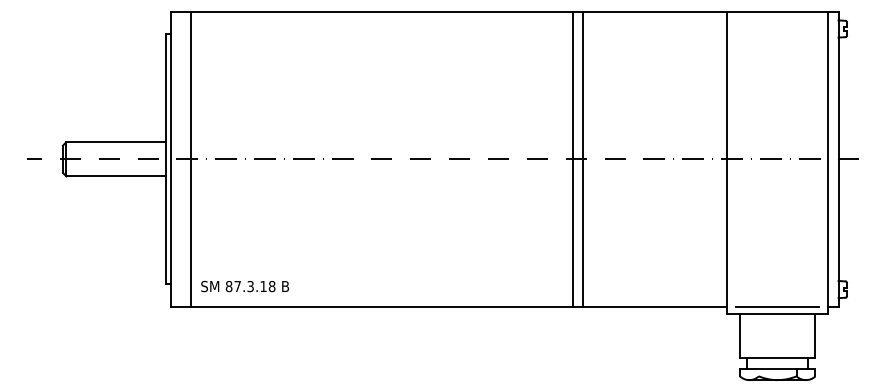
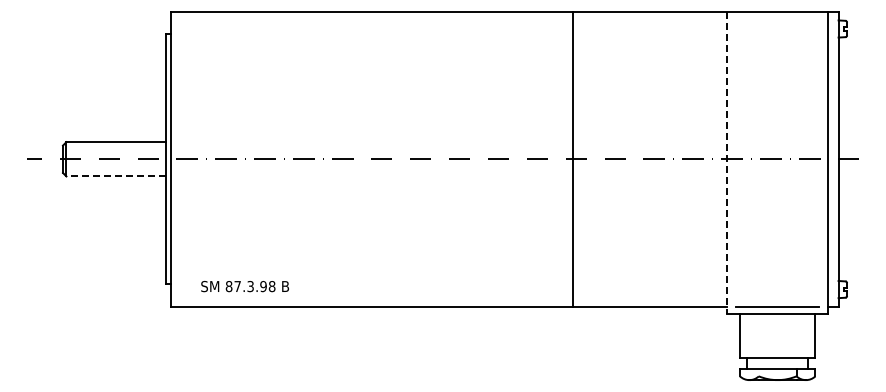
line at (190, 158): present -> none
line at (583, 158): present -> none
line at (727, 162): solid -> dashed
line at (116, 176): solid -> dashed
text at (263, 286): 87.3.18 -> 87.3.98
